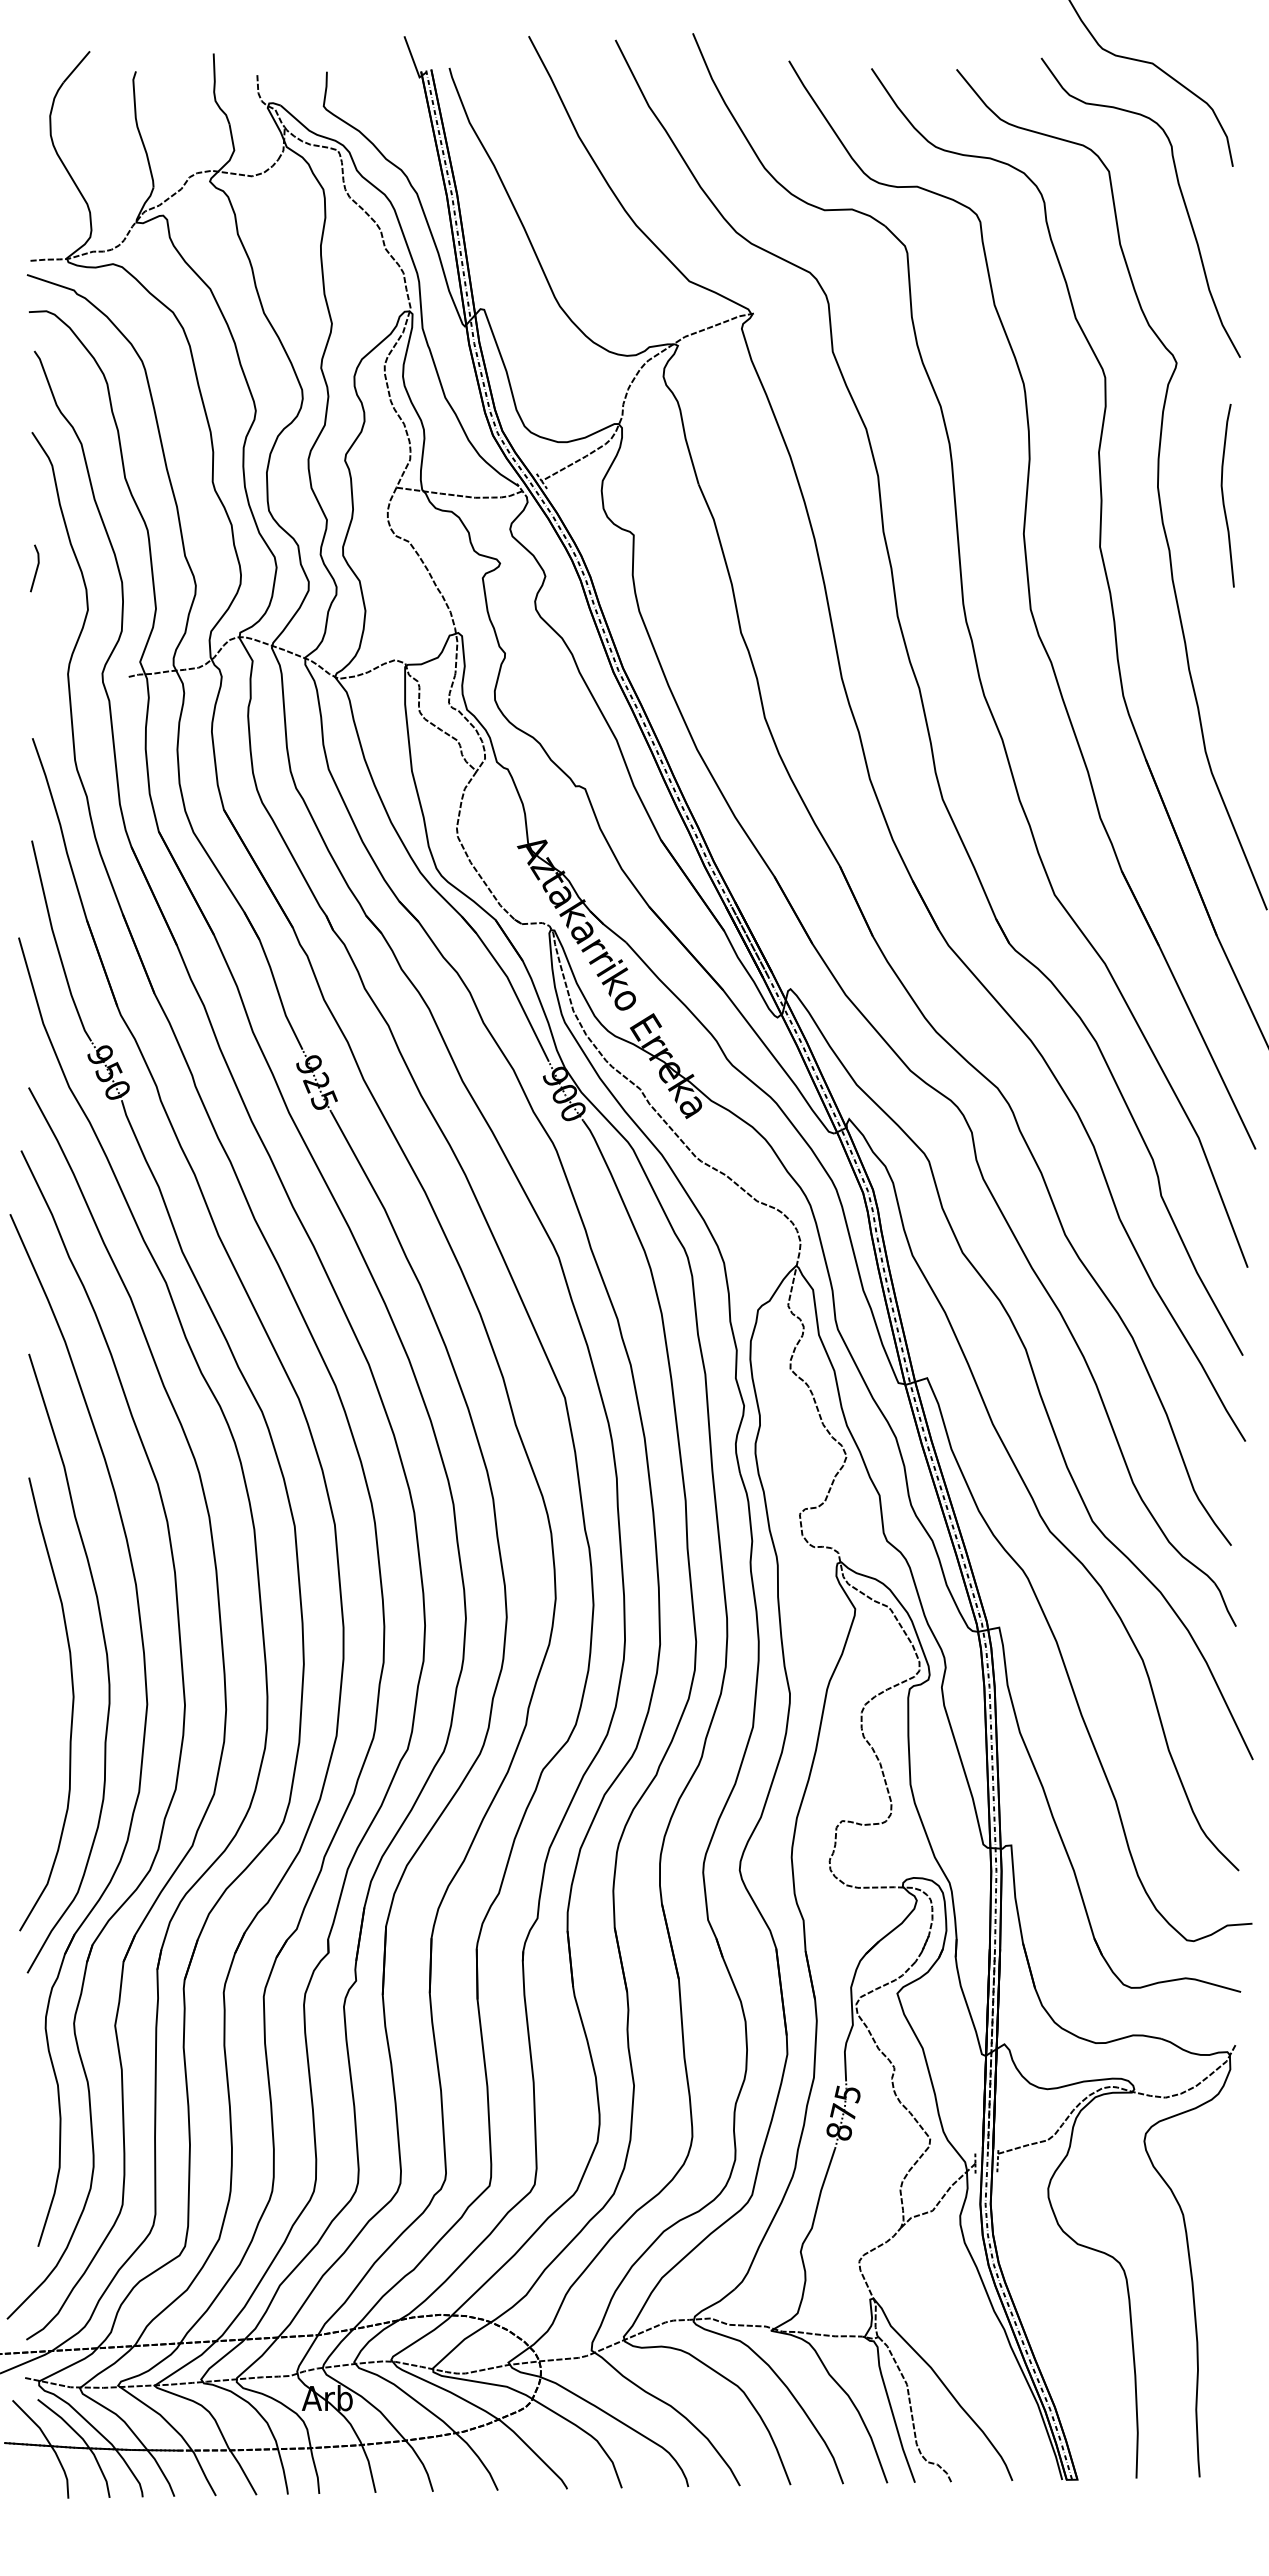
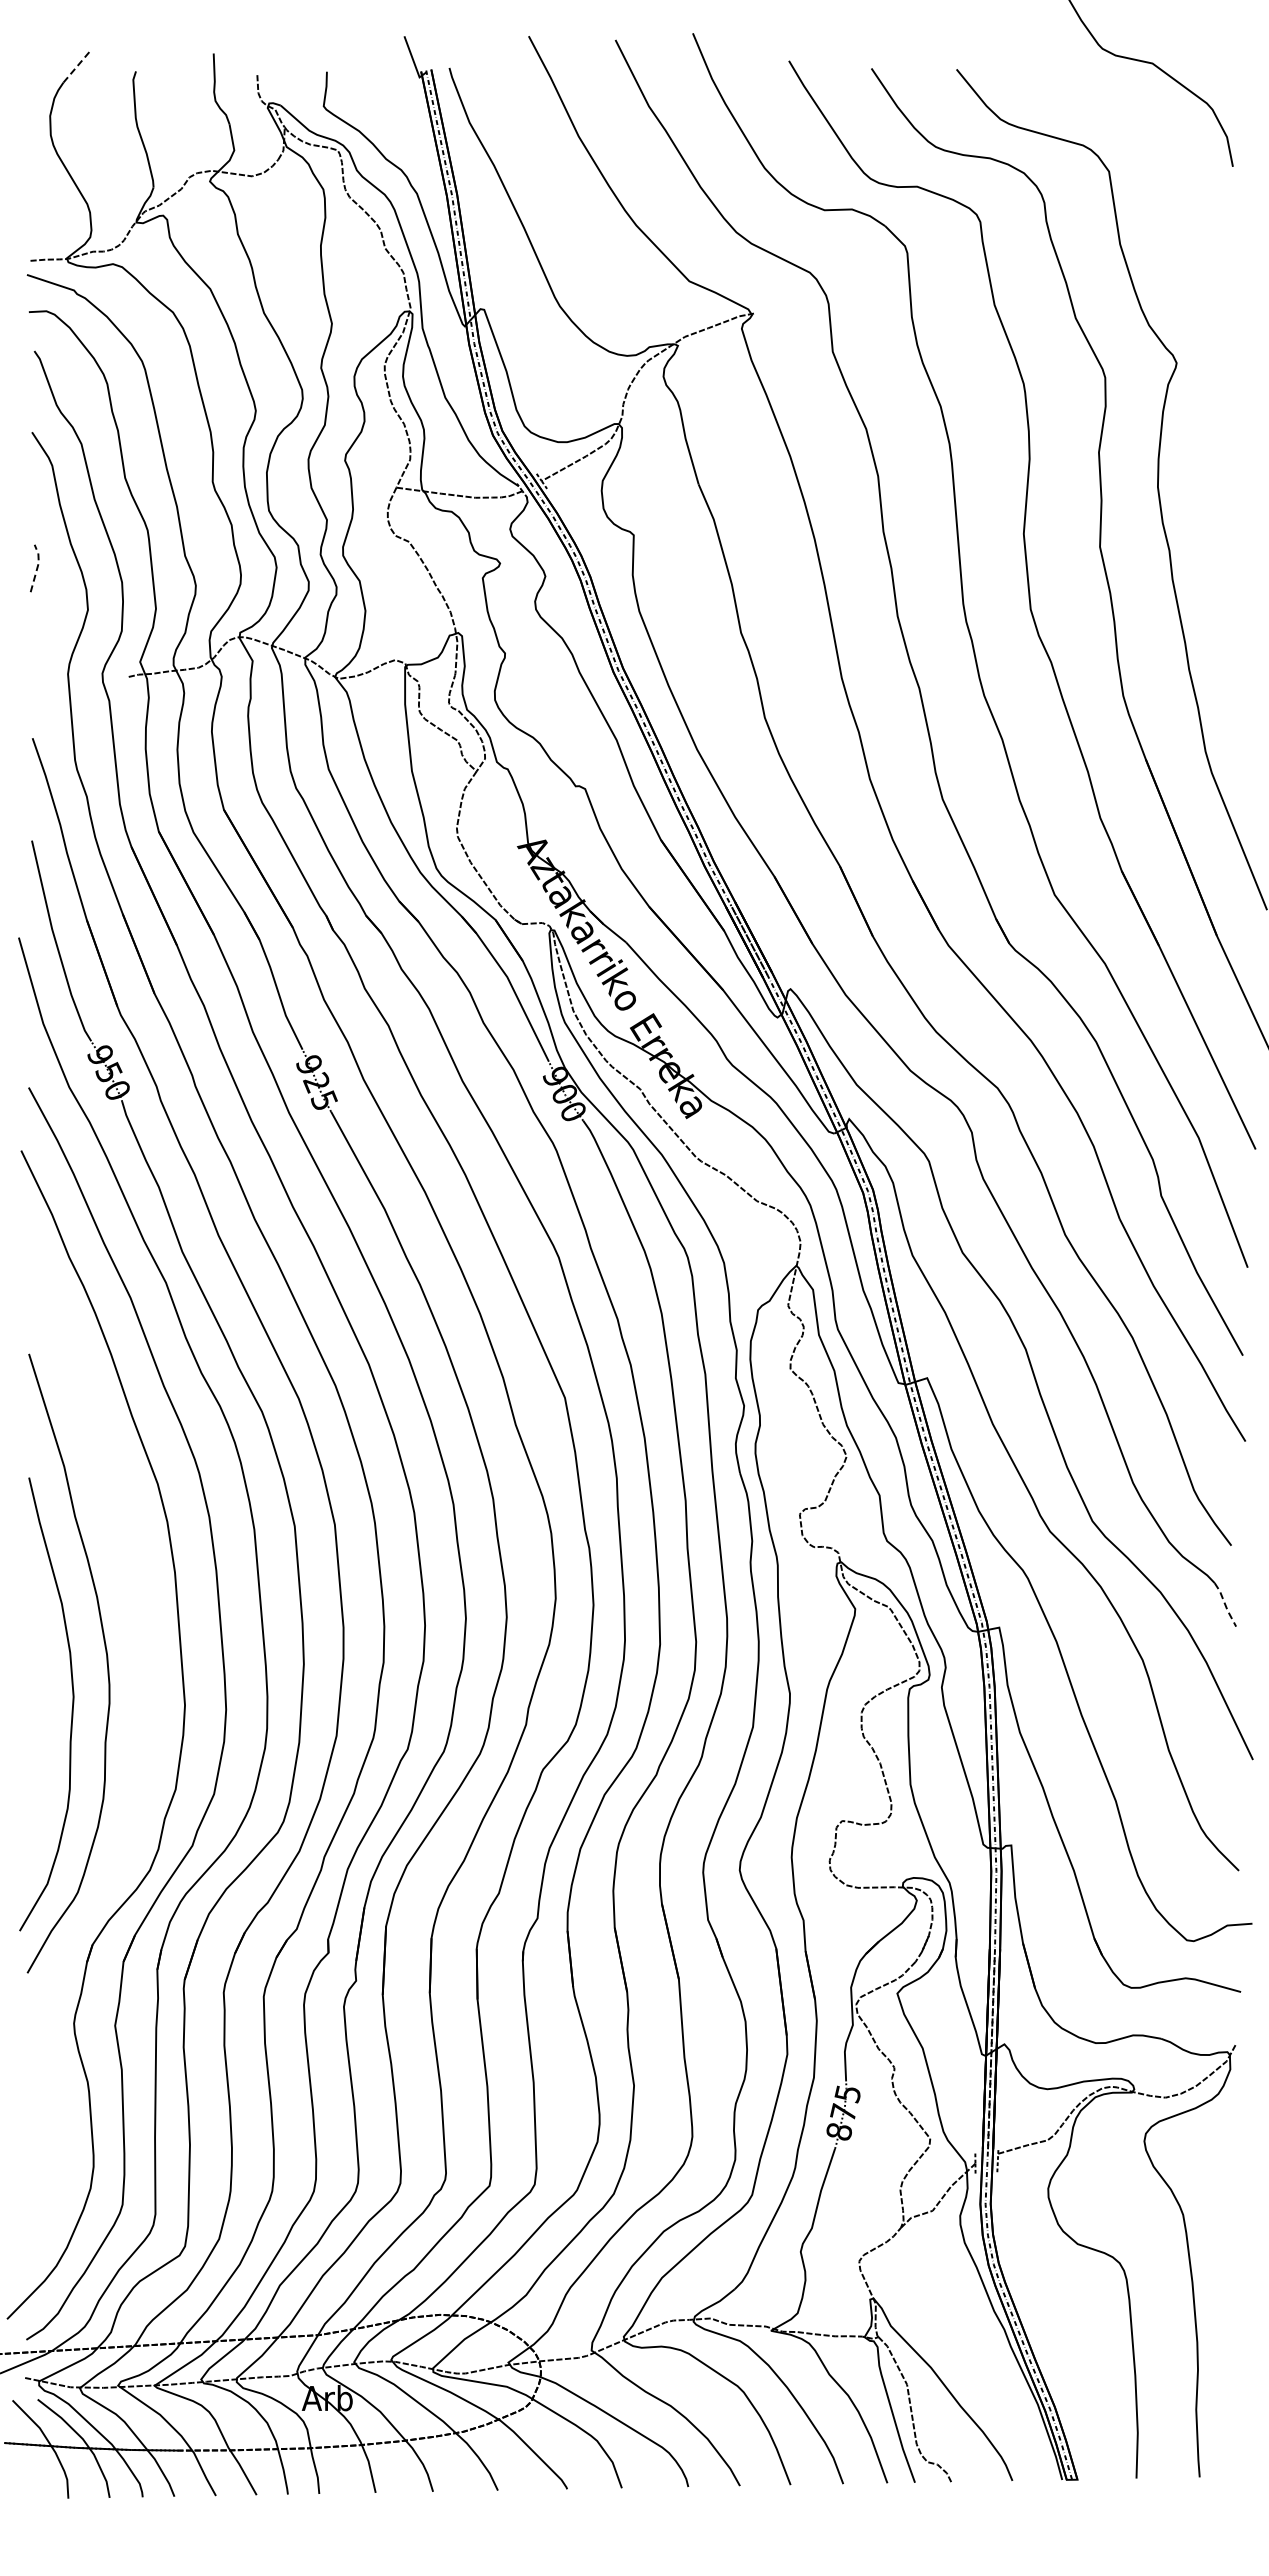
line at (76, 67): solid -> dashed
curve at (1180, 193): present -> none
curve at (1223, 495): present -> none
line at (37, 566): solid -> dashed
line at (1225, 1605): solid -> dashed
part at (143, 1731): present -> none
